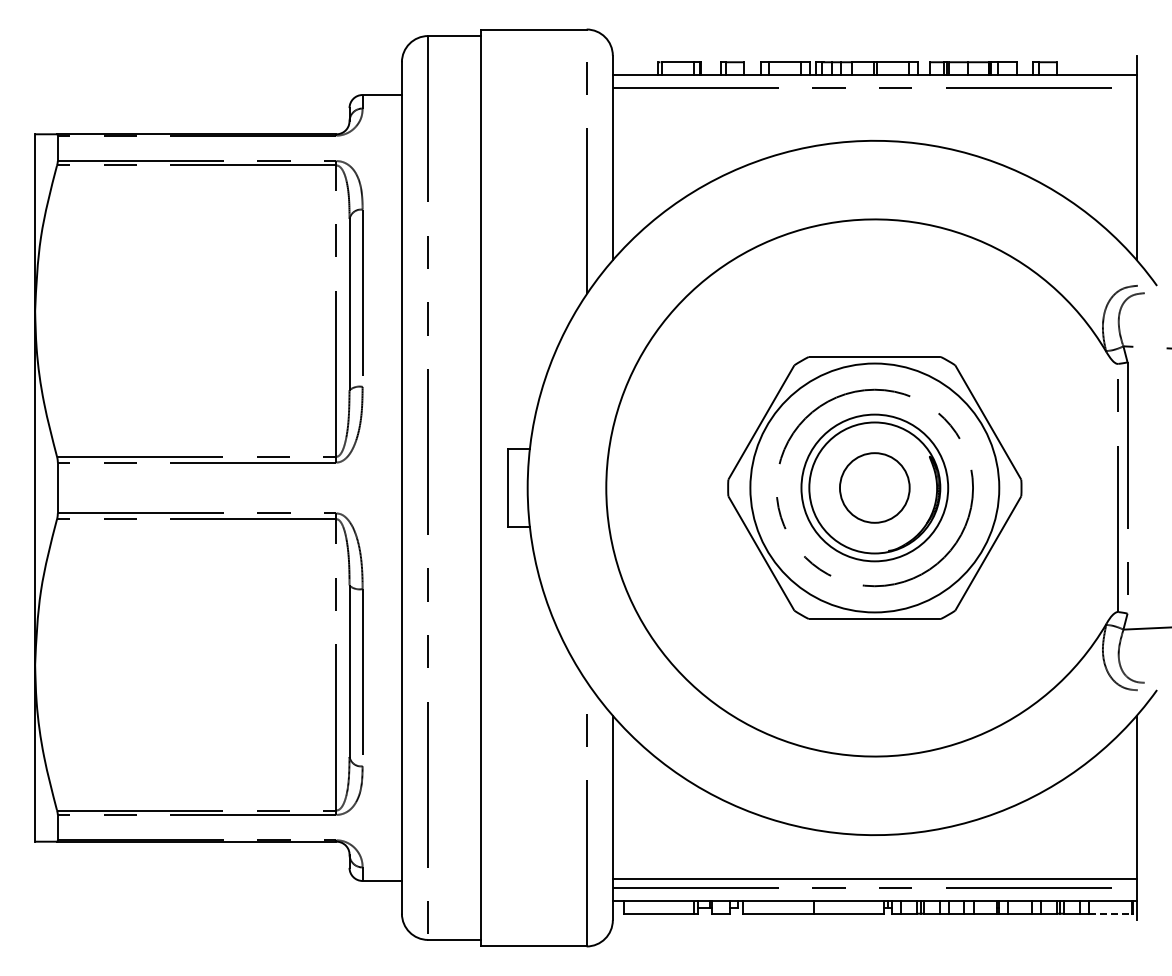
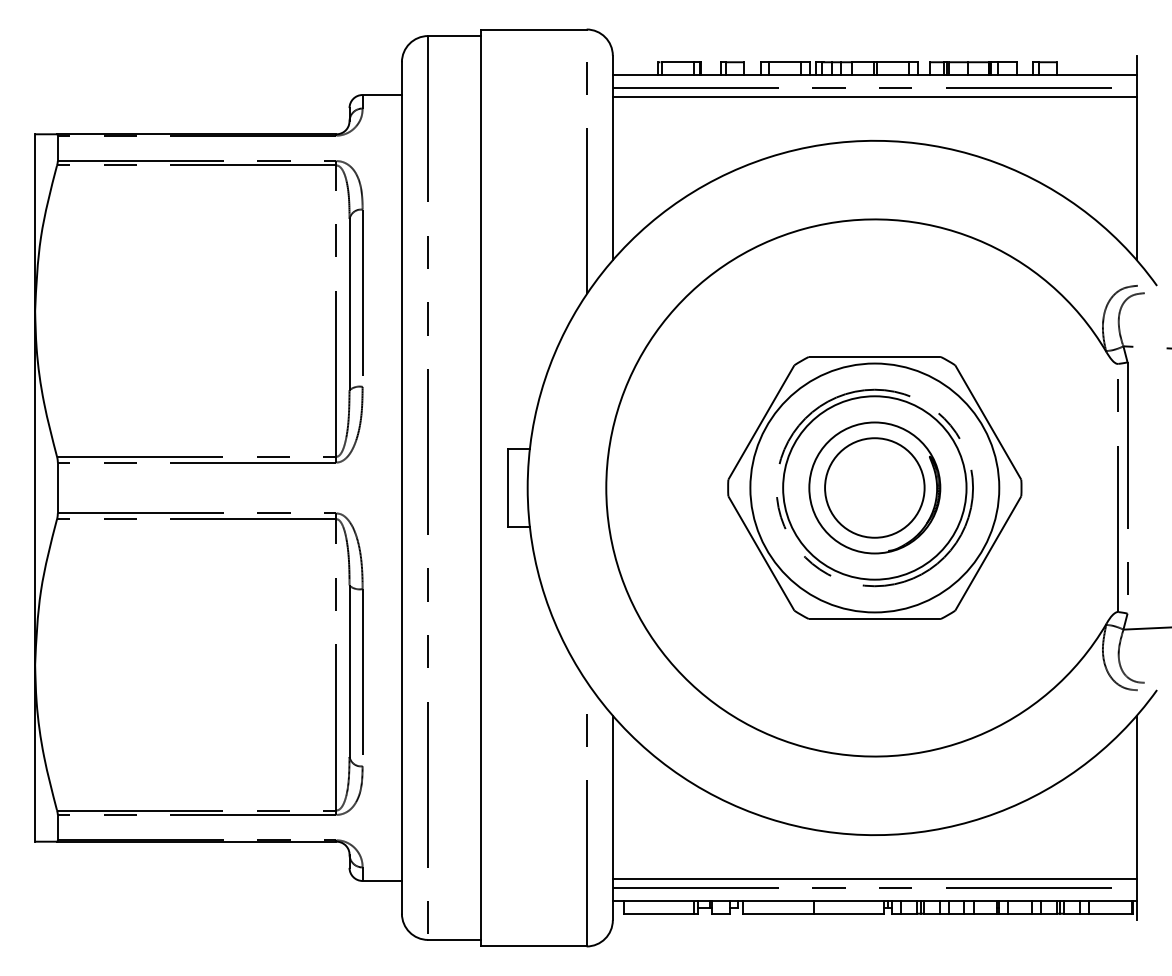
line at (874, 96): none -> present
circle at (874, 487) diameter: 147 px -> 183 px
circle at (874, 487) diameter: 70 px -> 100 px
line at (1111, 913): dashed -> solid
